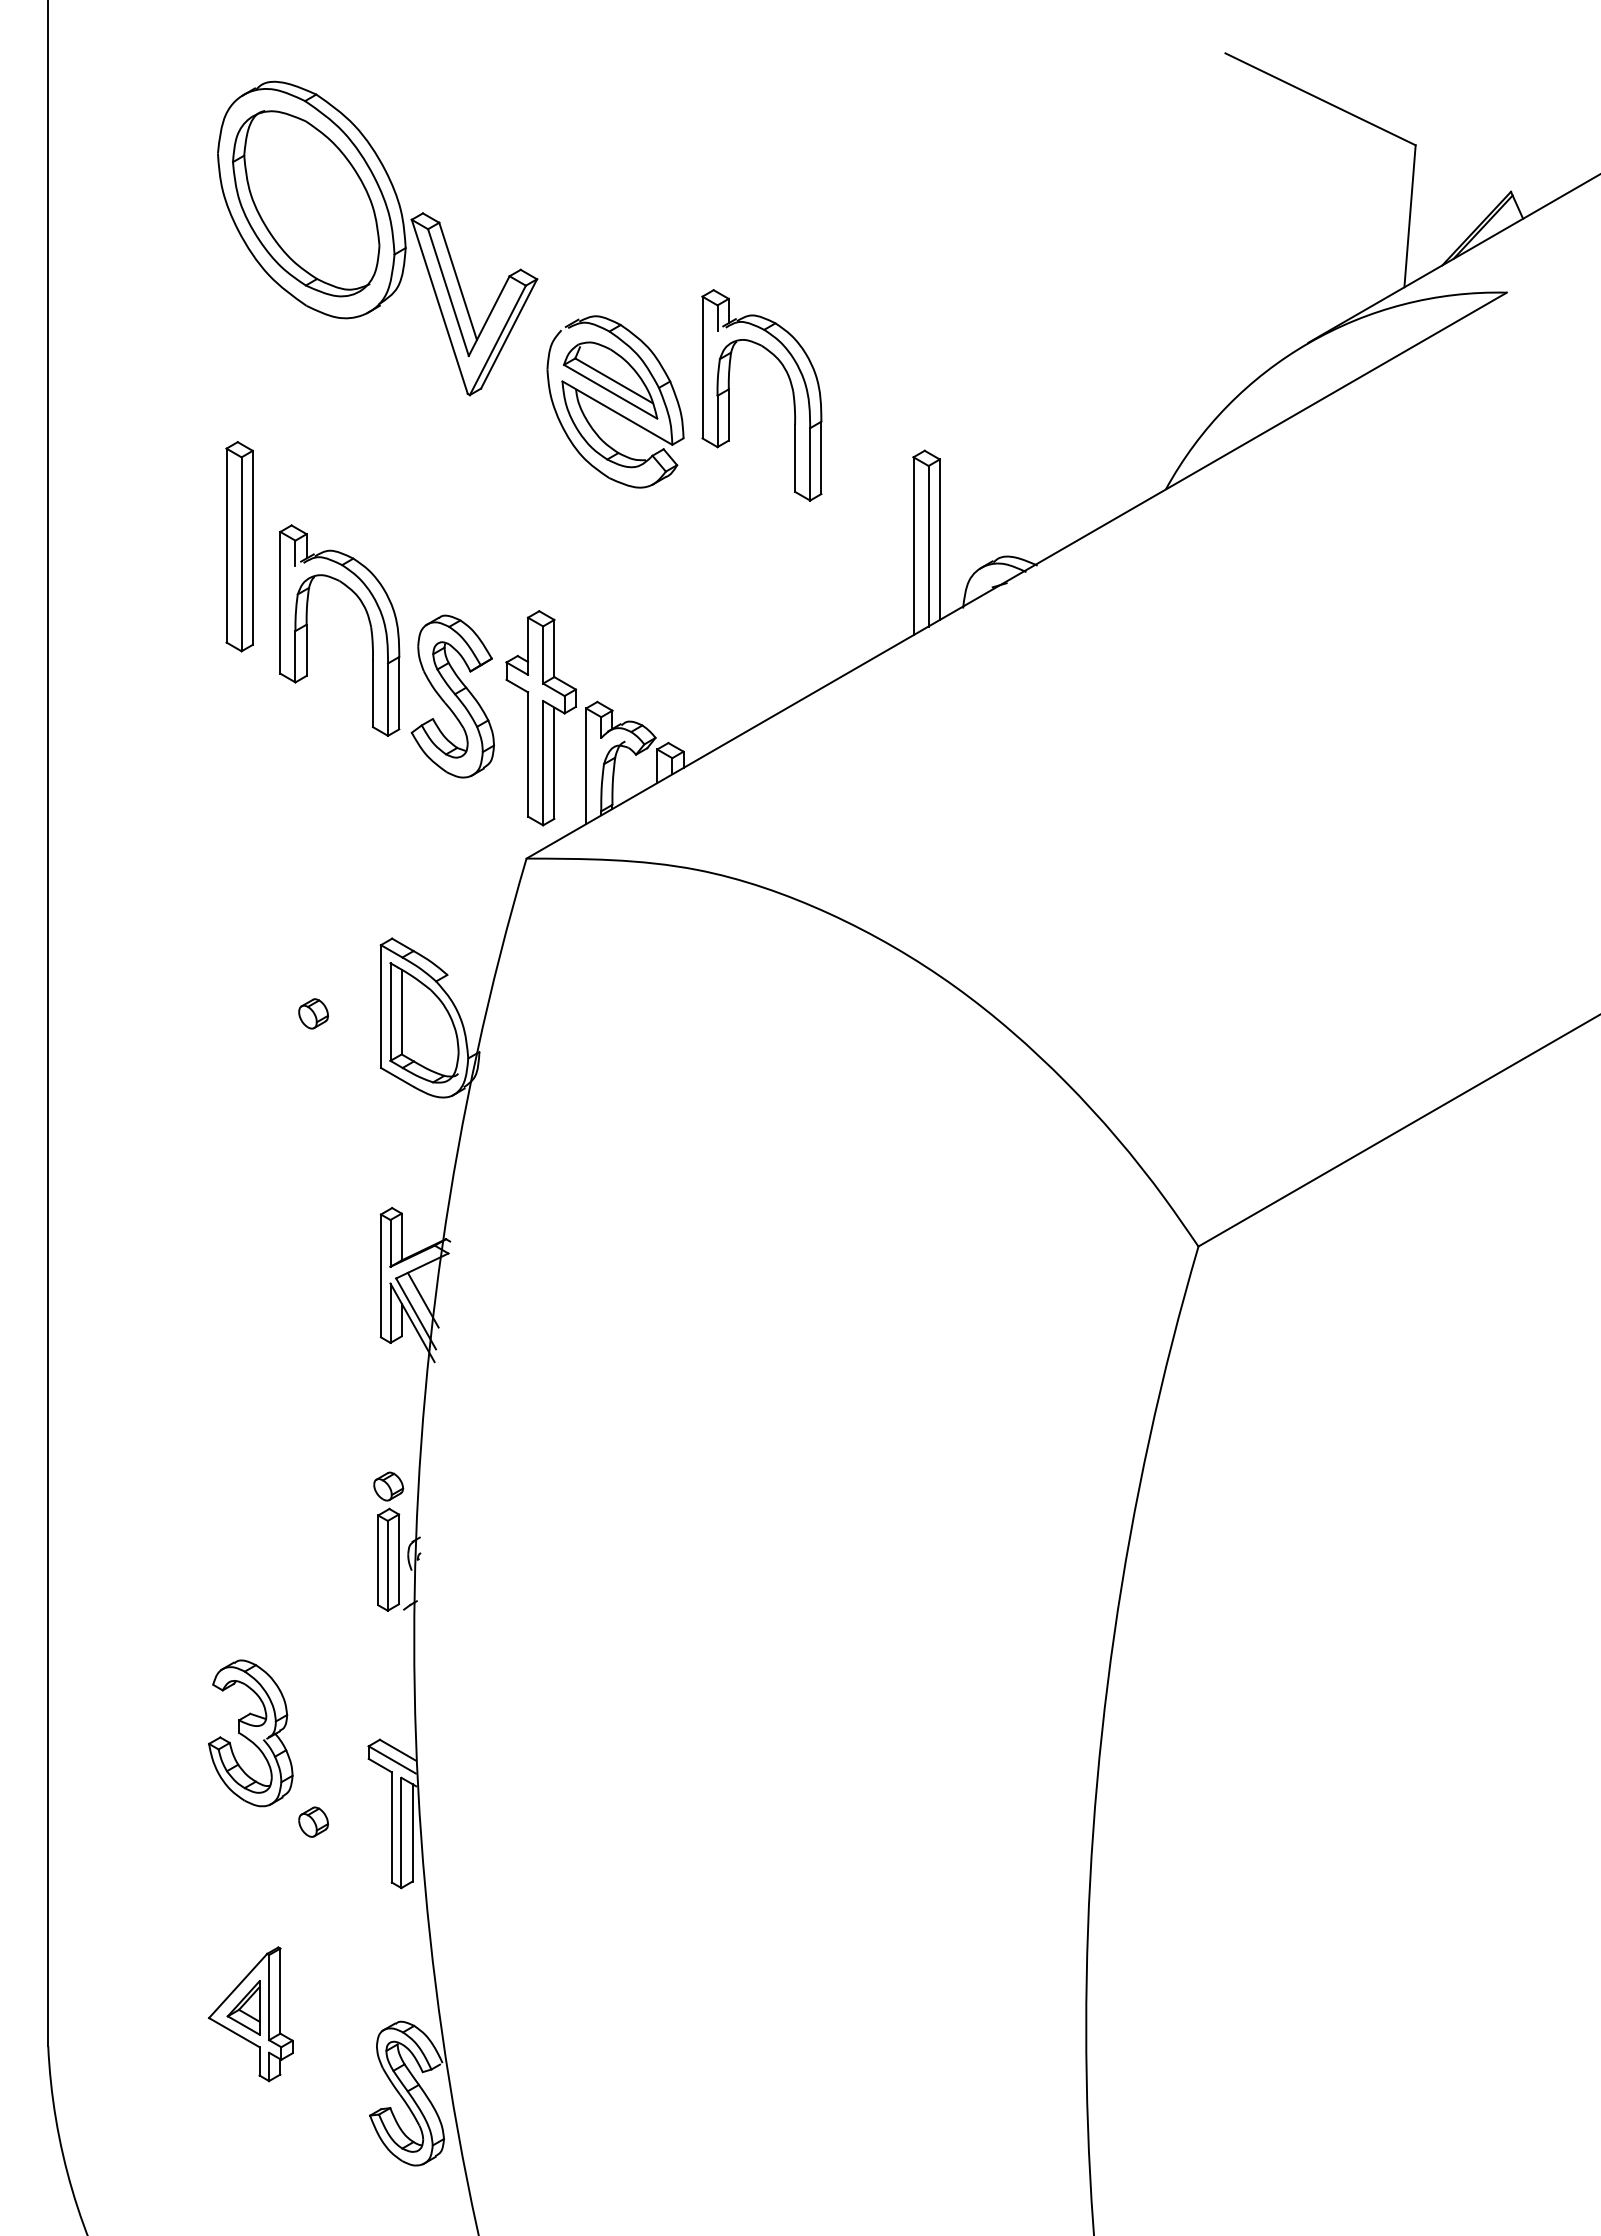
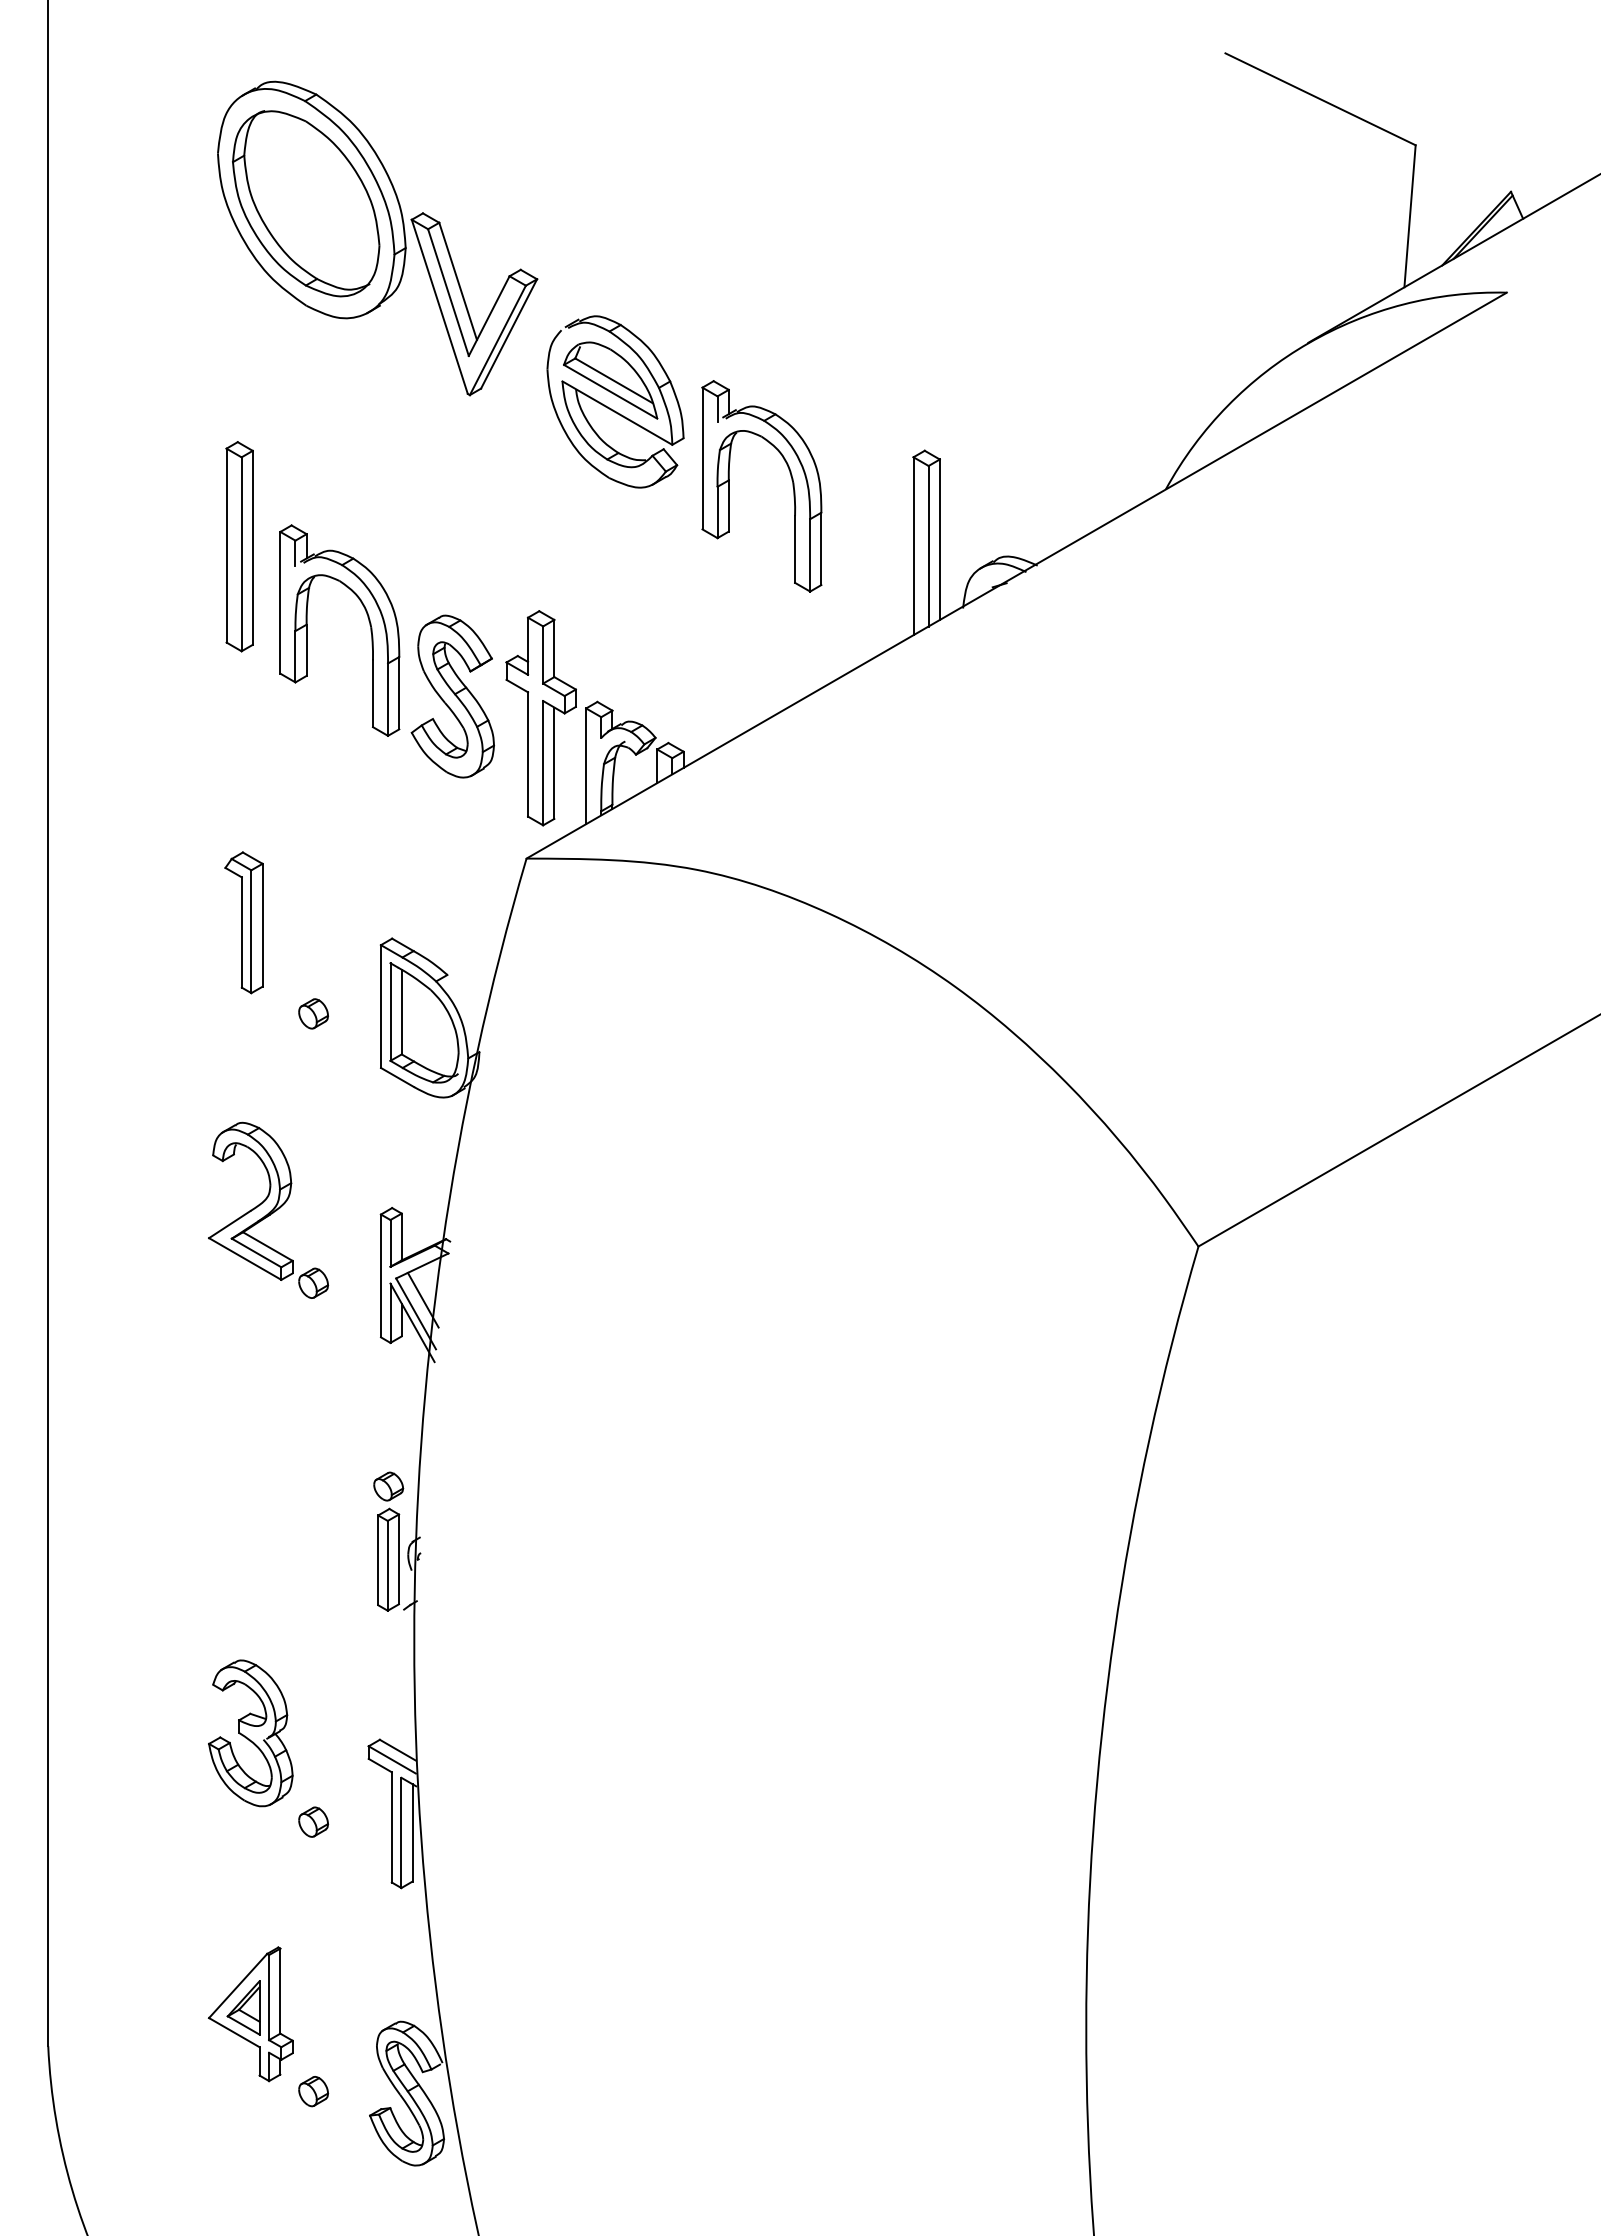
part at (791, 389) position: (791, 389) -> (791, 480)
part at (243, 922): none -> present
part at (268, 1209): none -> present
part at (313, 2091): none -> present
